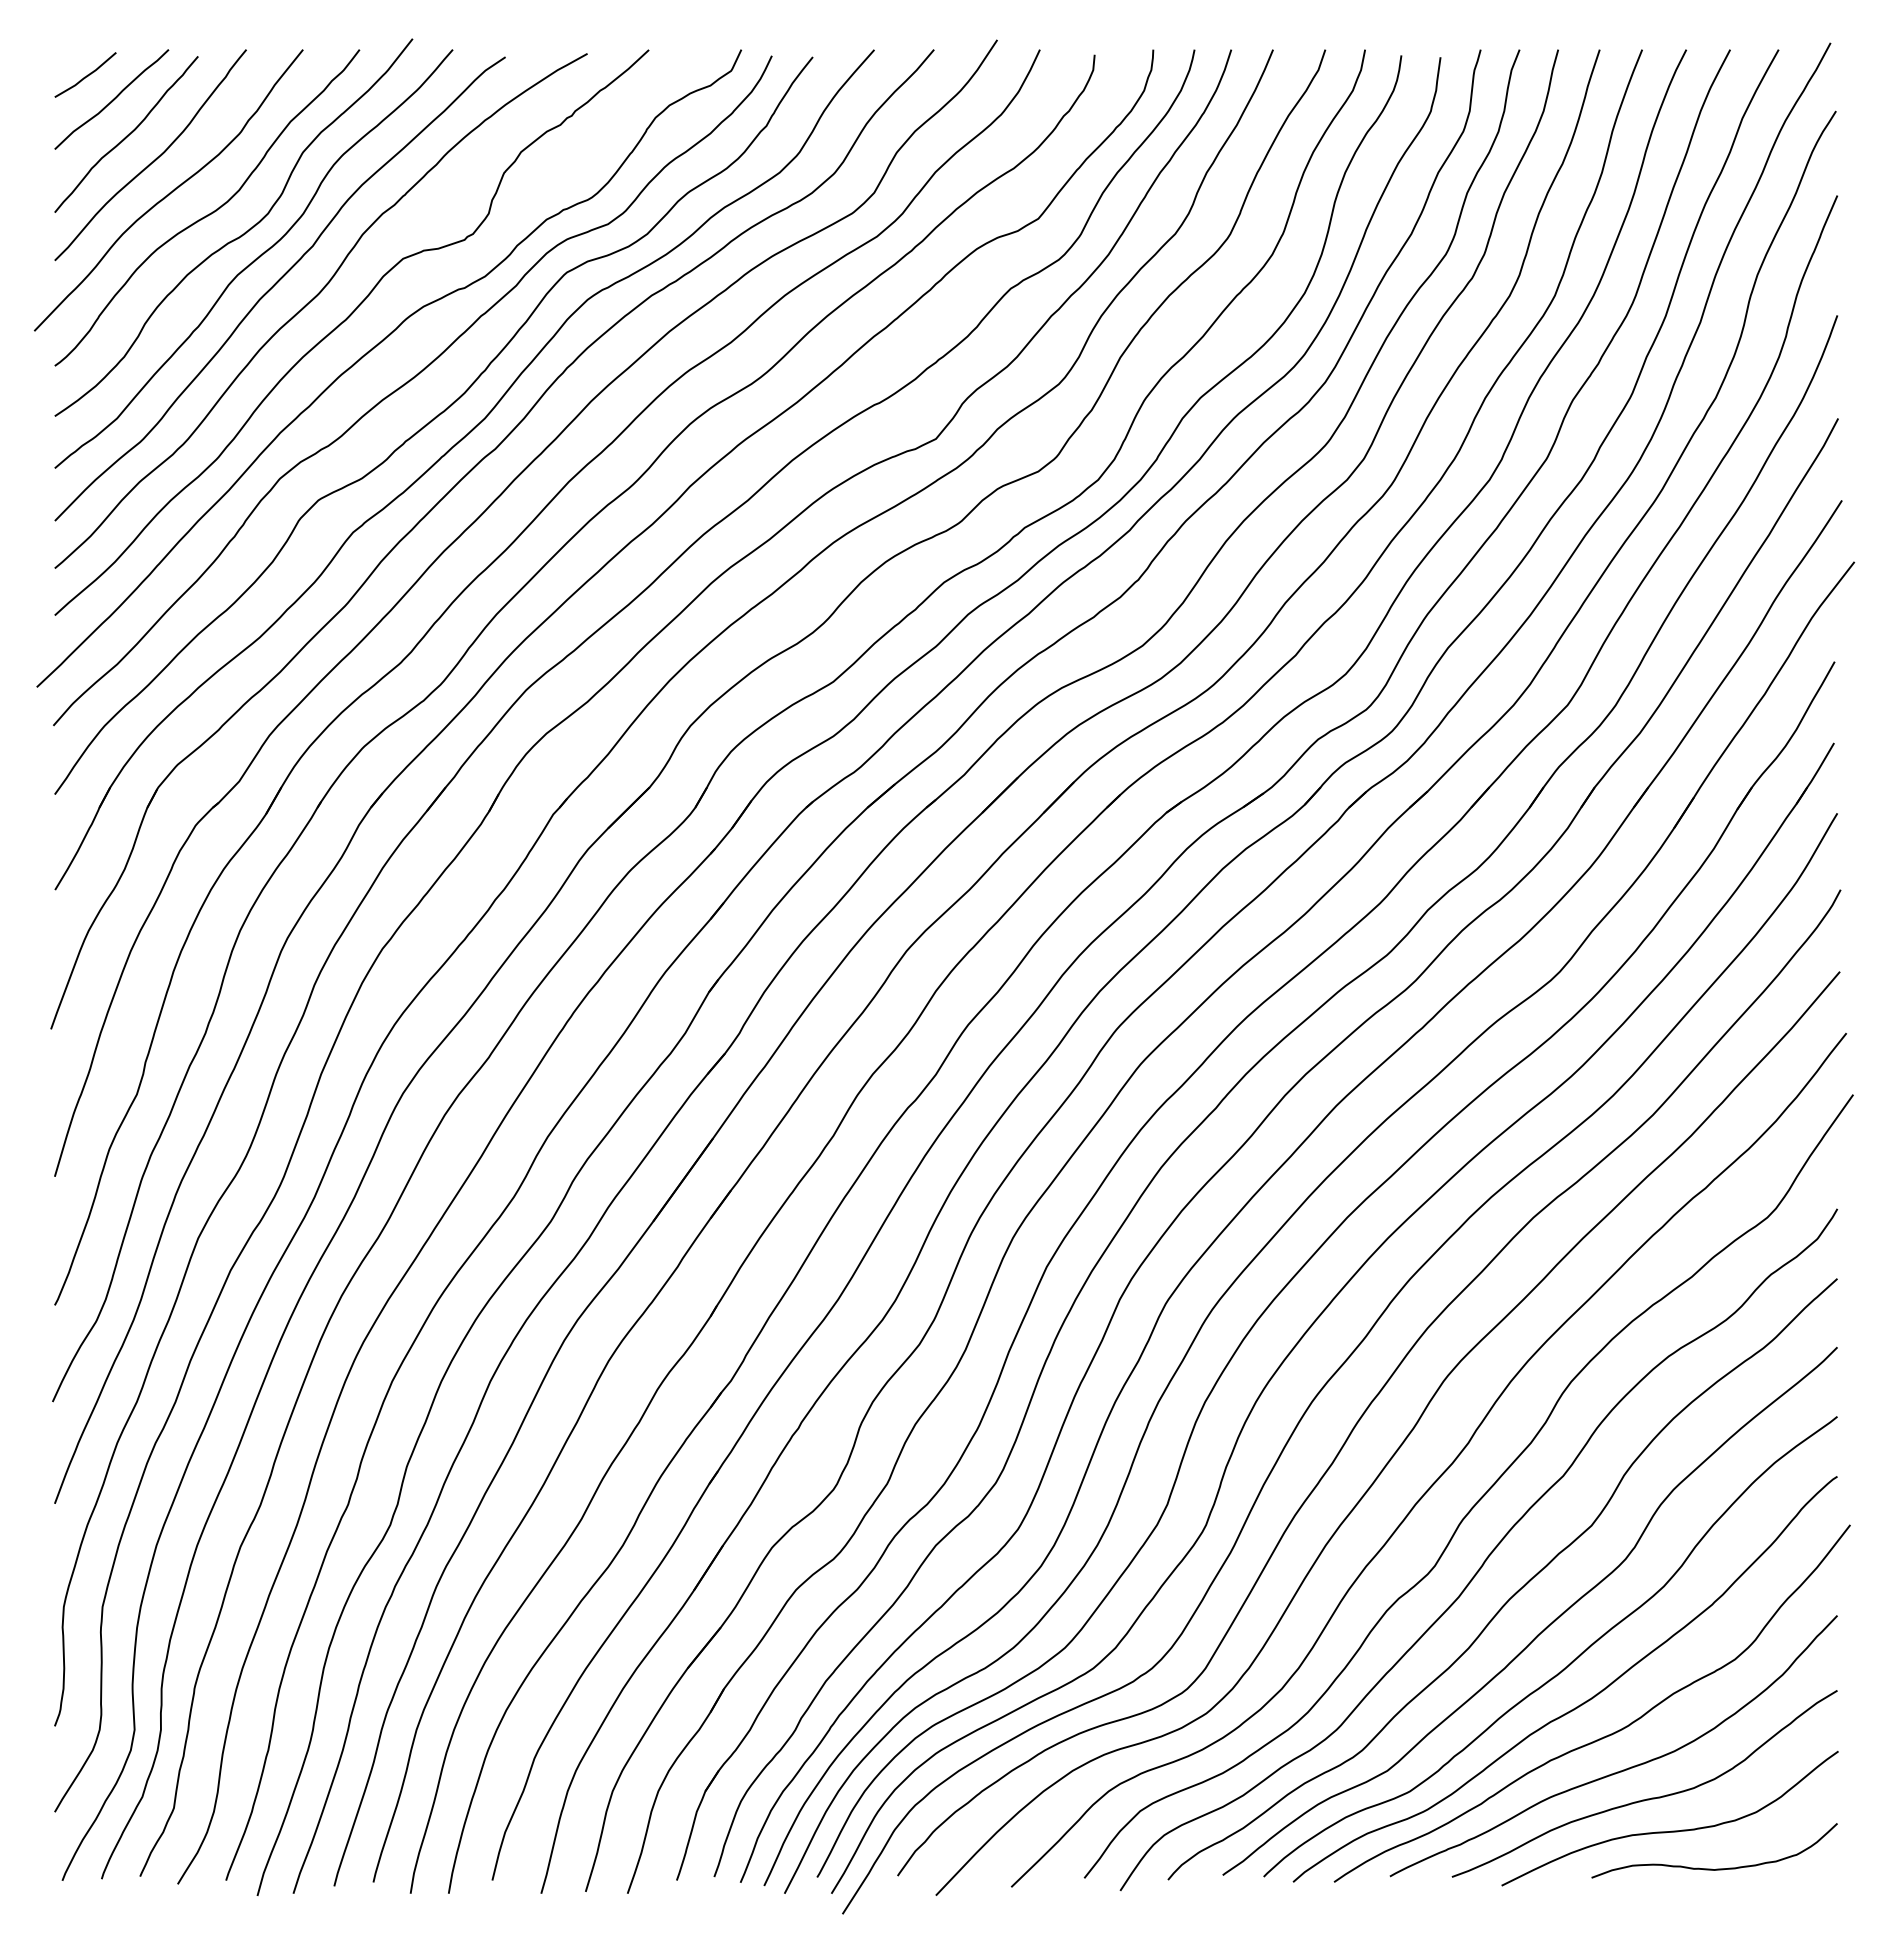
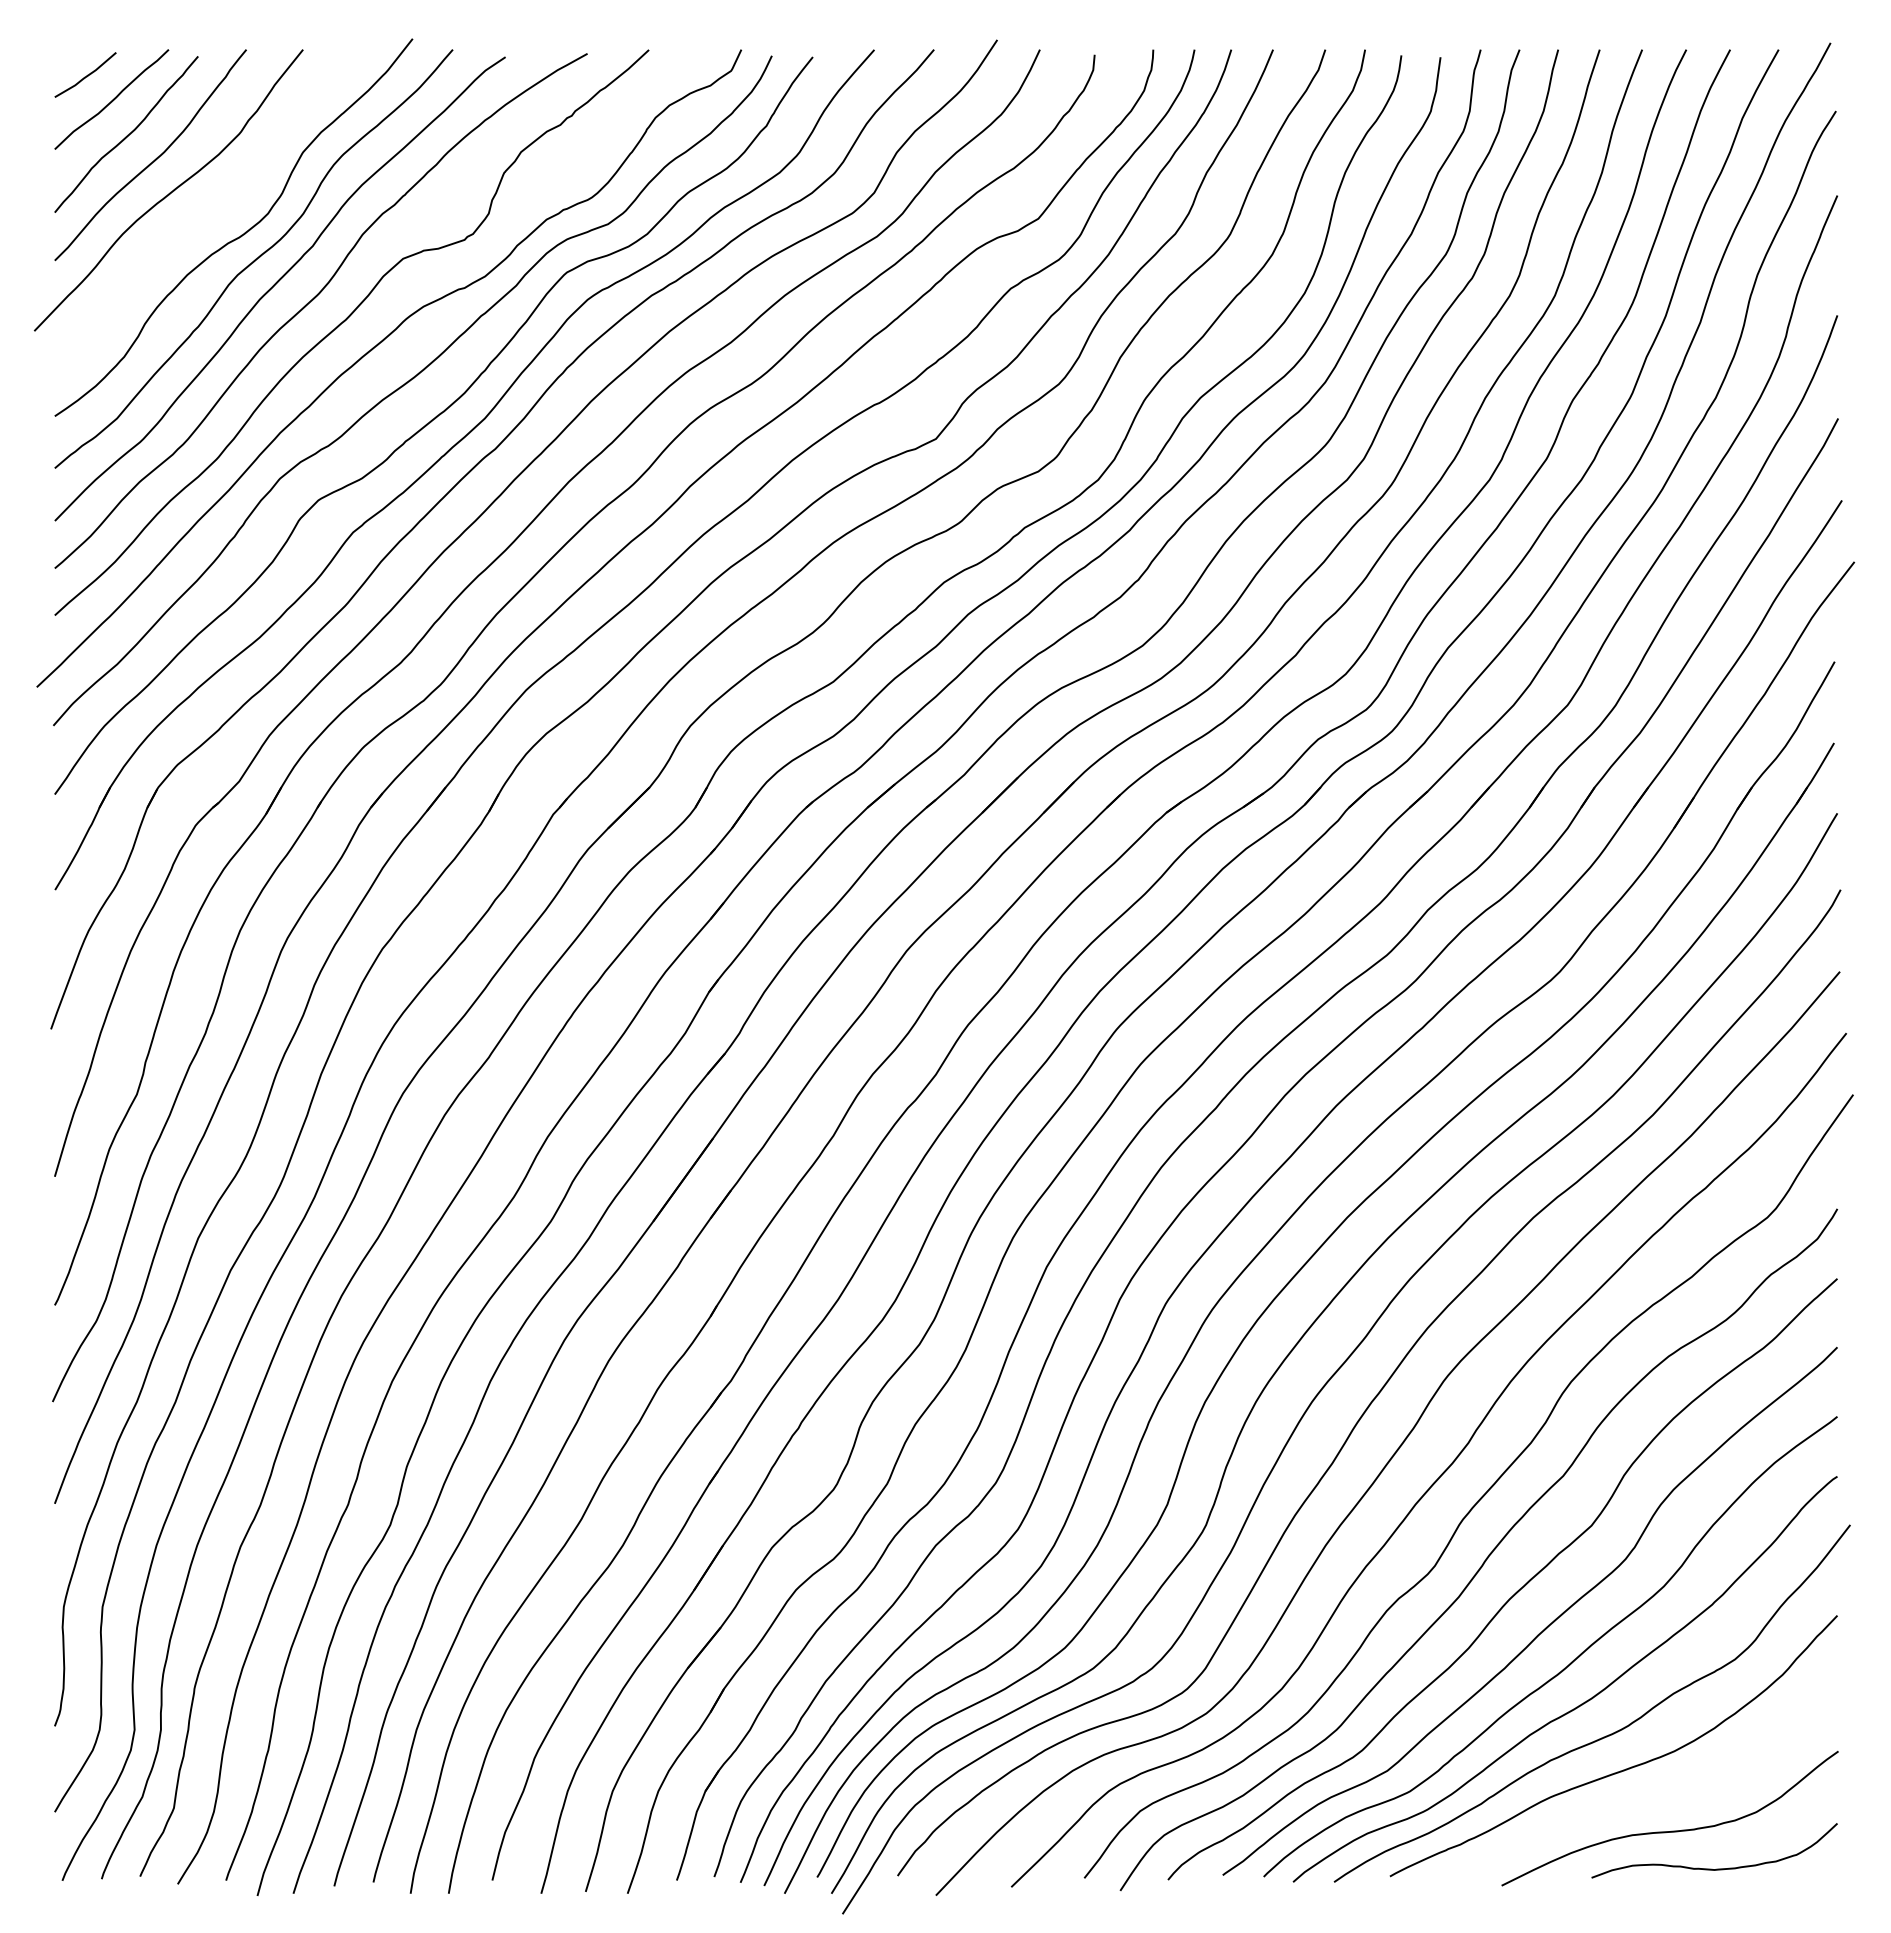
curve at (210, 212): present -> none
curve at (1646, 1798): present -> none
